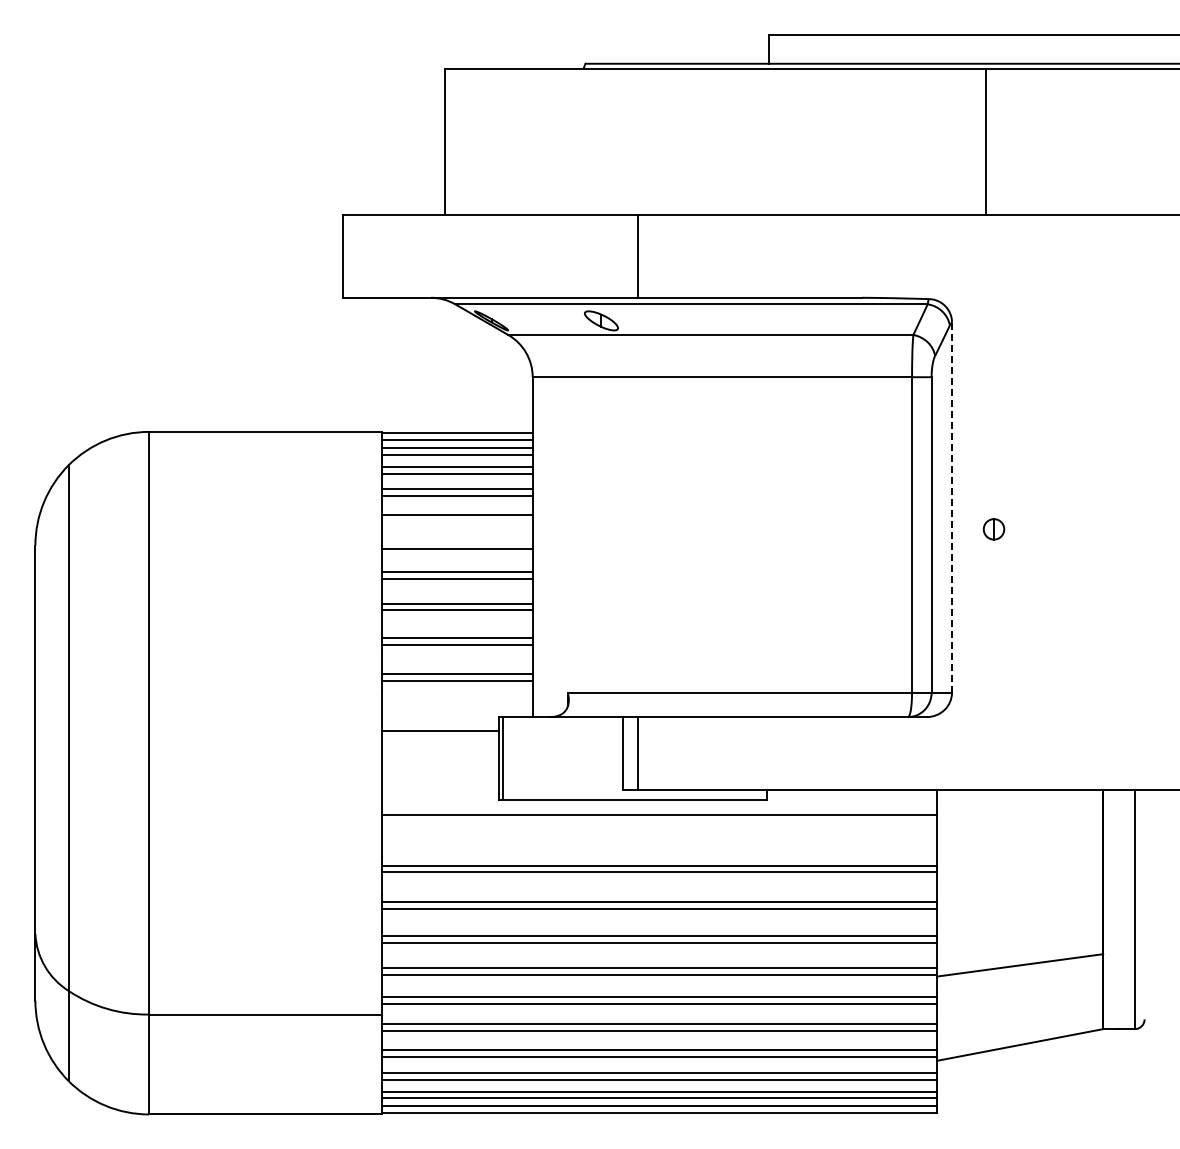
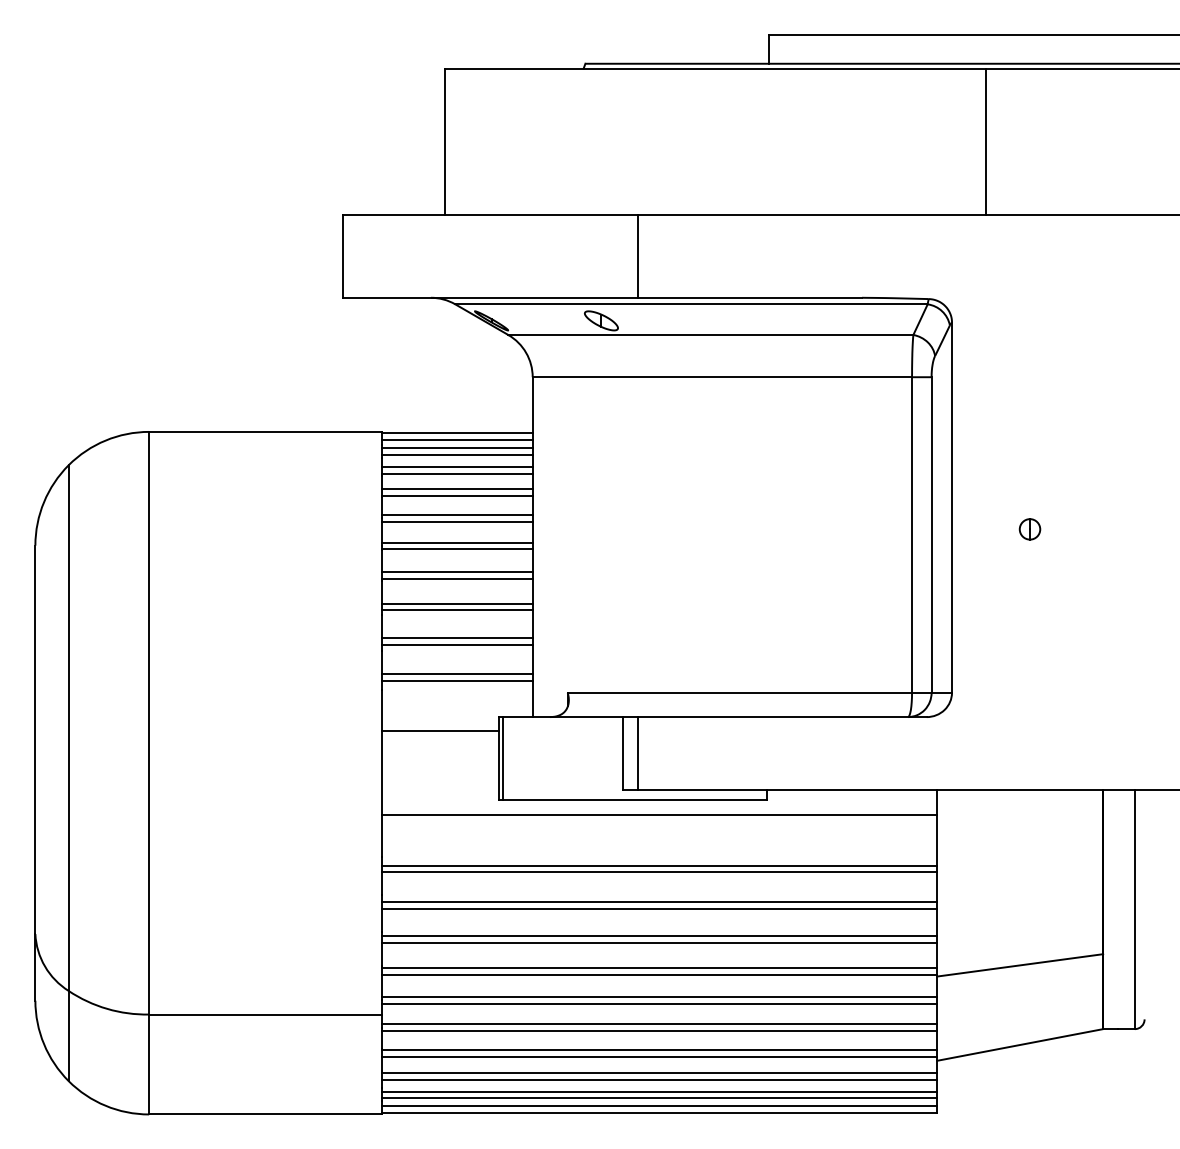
line at (952, 507): dashed -> solid
line at (456, 521): none -> present
part at (993, 529) position: (993, 529) -> (1029, 529)
line at (456, 542): none -> present
